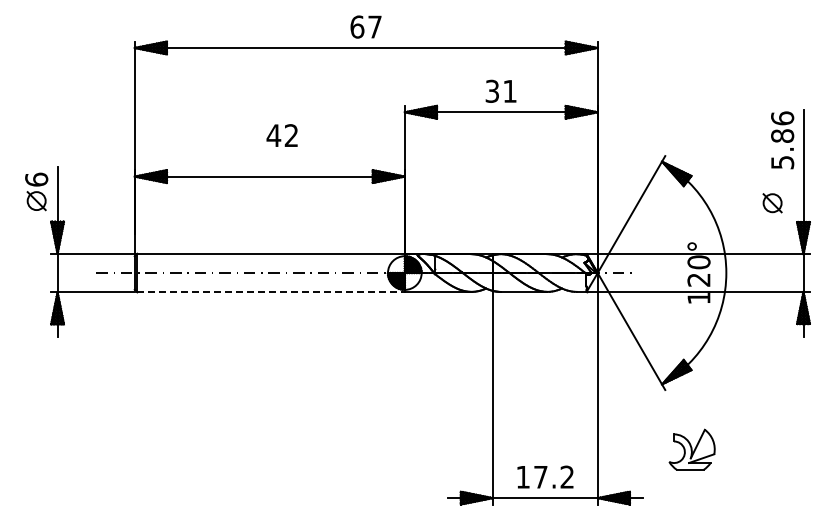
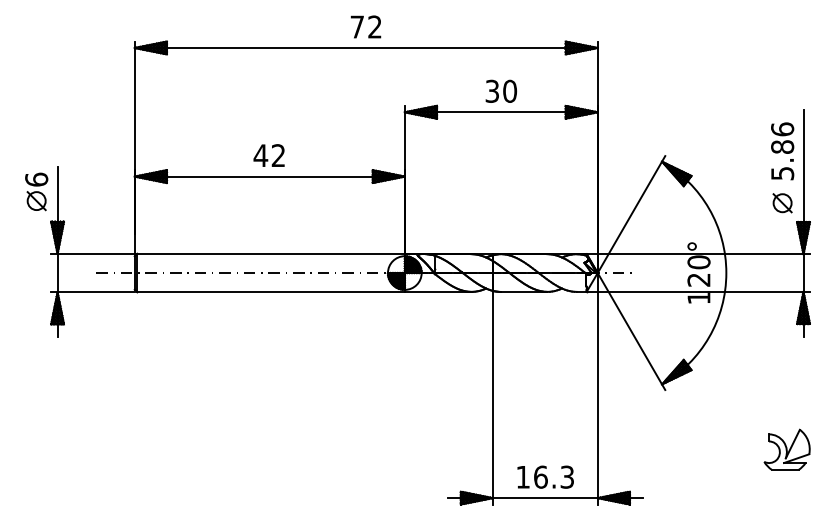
text at (365, 26): 67 -> 72
text at (510, 90): 31 -> 30
text at (281, 135) position: (281, 135) -> (268, 155)
text at (782, 140) position: (782, 140) -> (782, 151)
part at (772, 203) position: (772, 203) -> (782, 203)
line at (271, 292): dashed -> solid
part at (691, 449) position: (691, 449) -> (786, 449)
text at (553, 476): 17.2 -> 16.3
